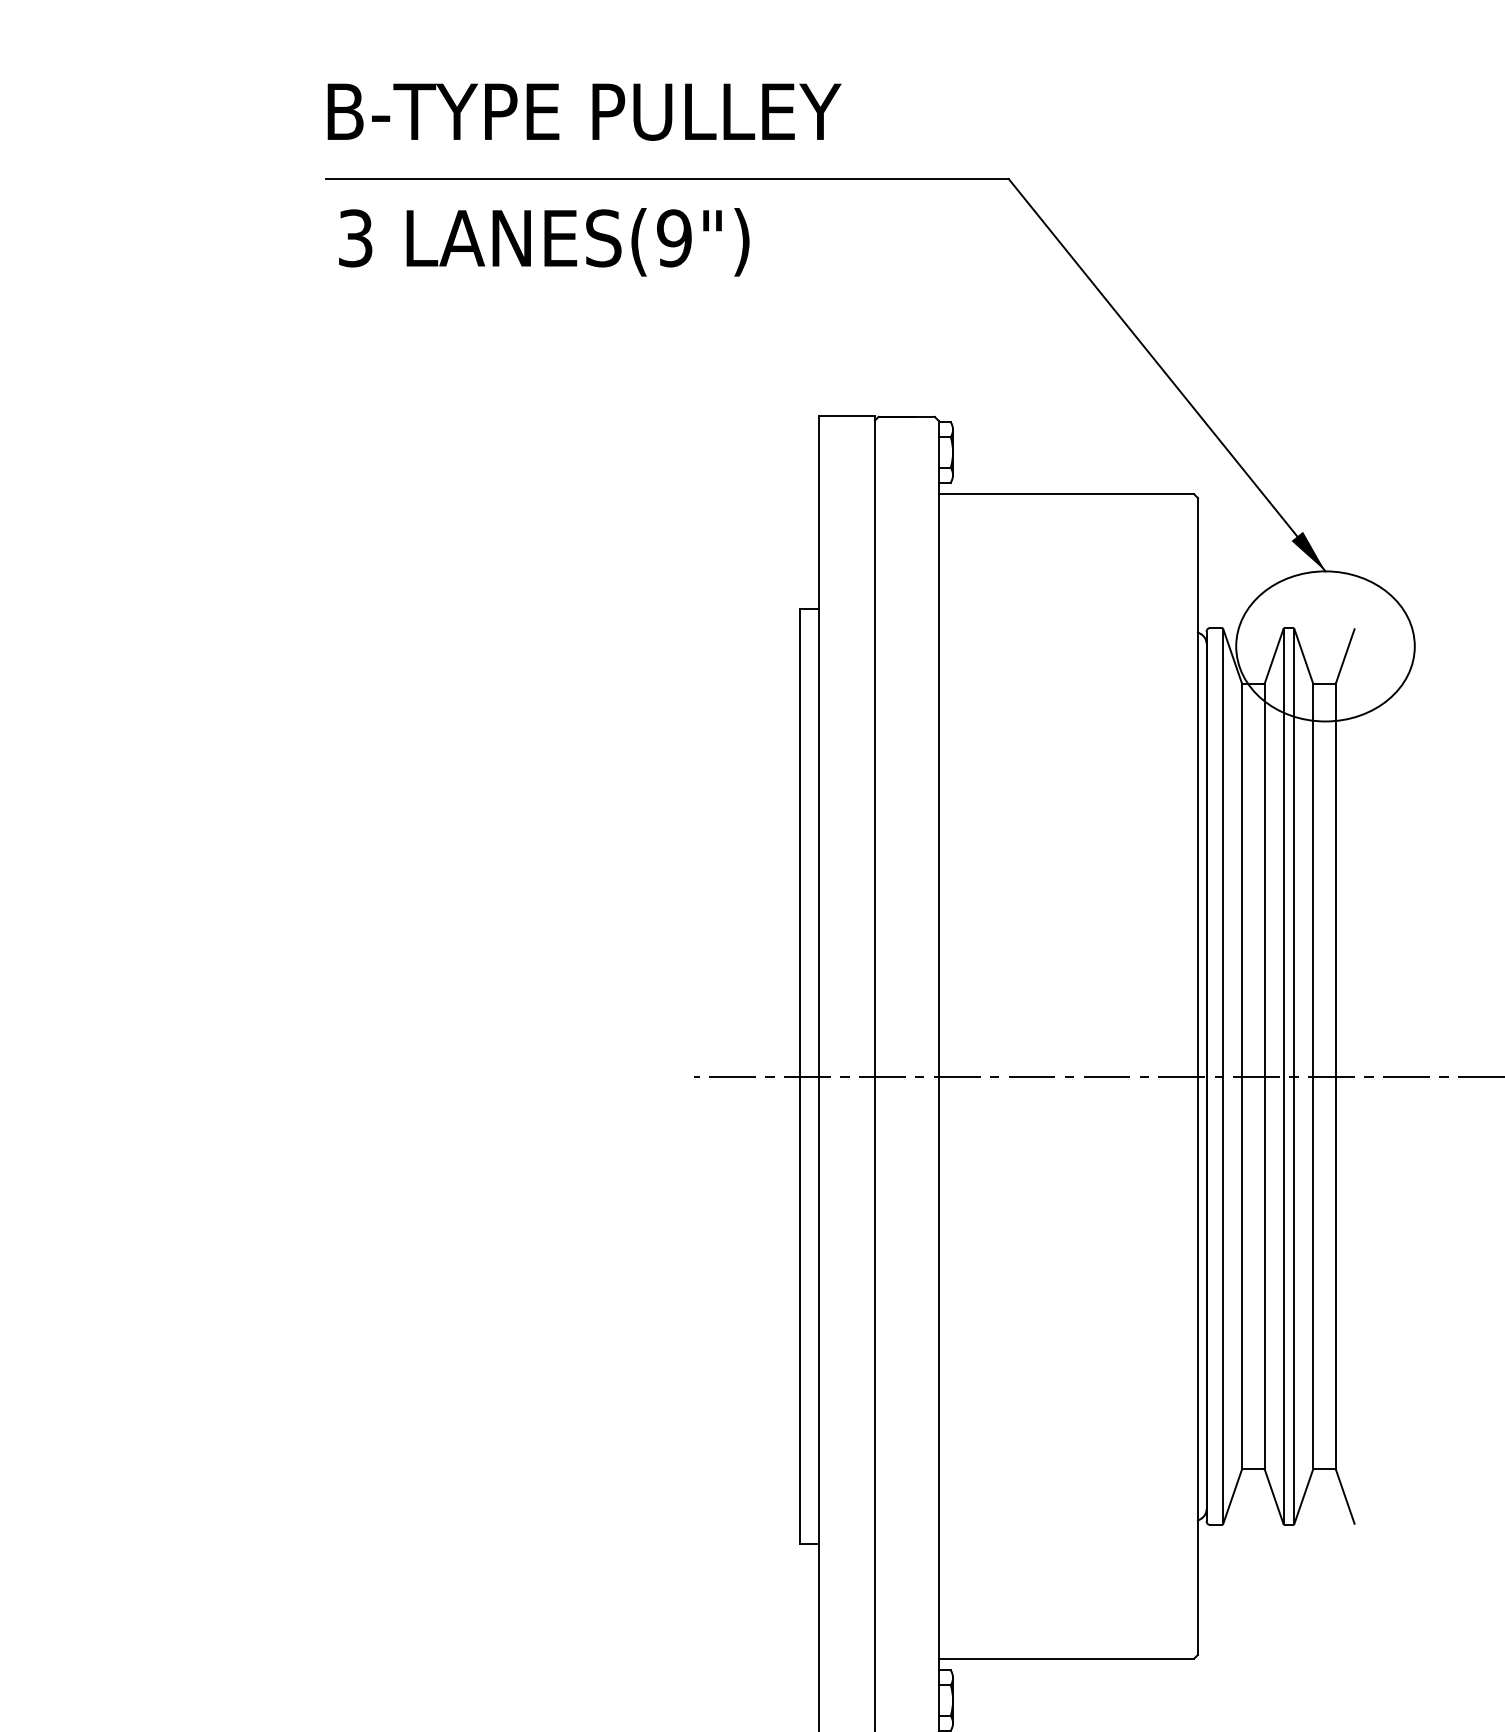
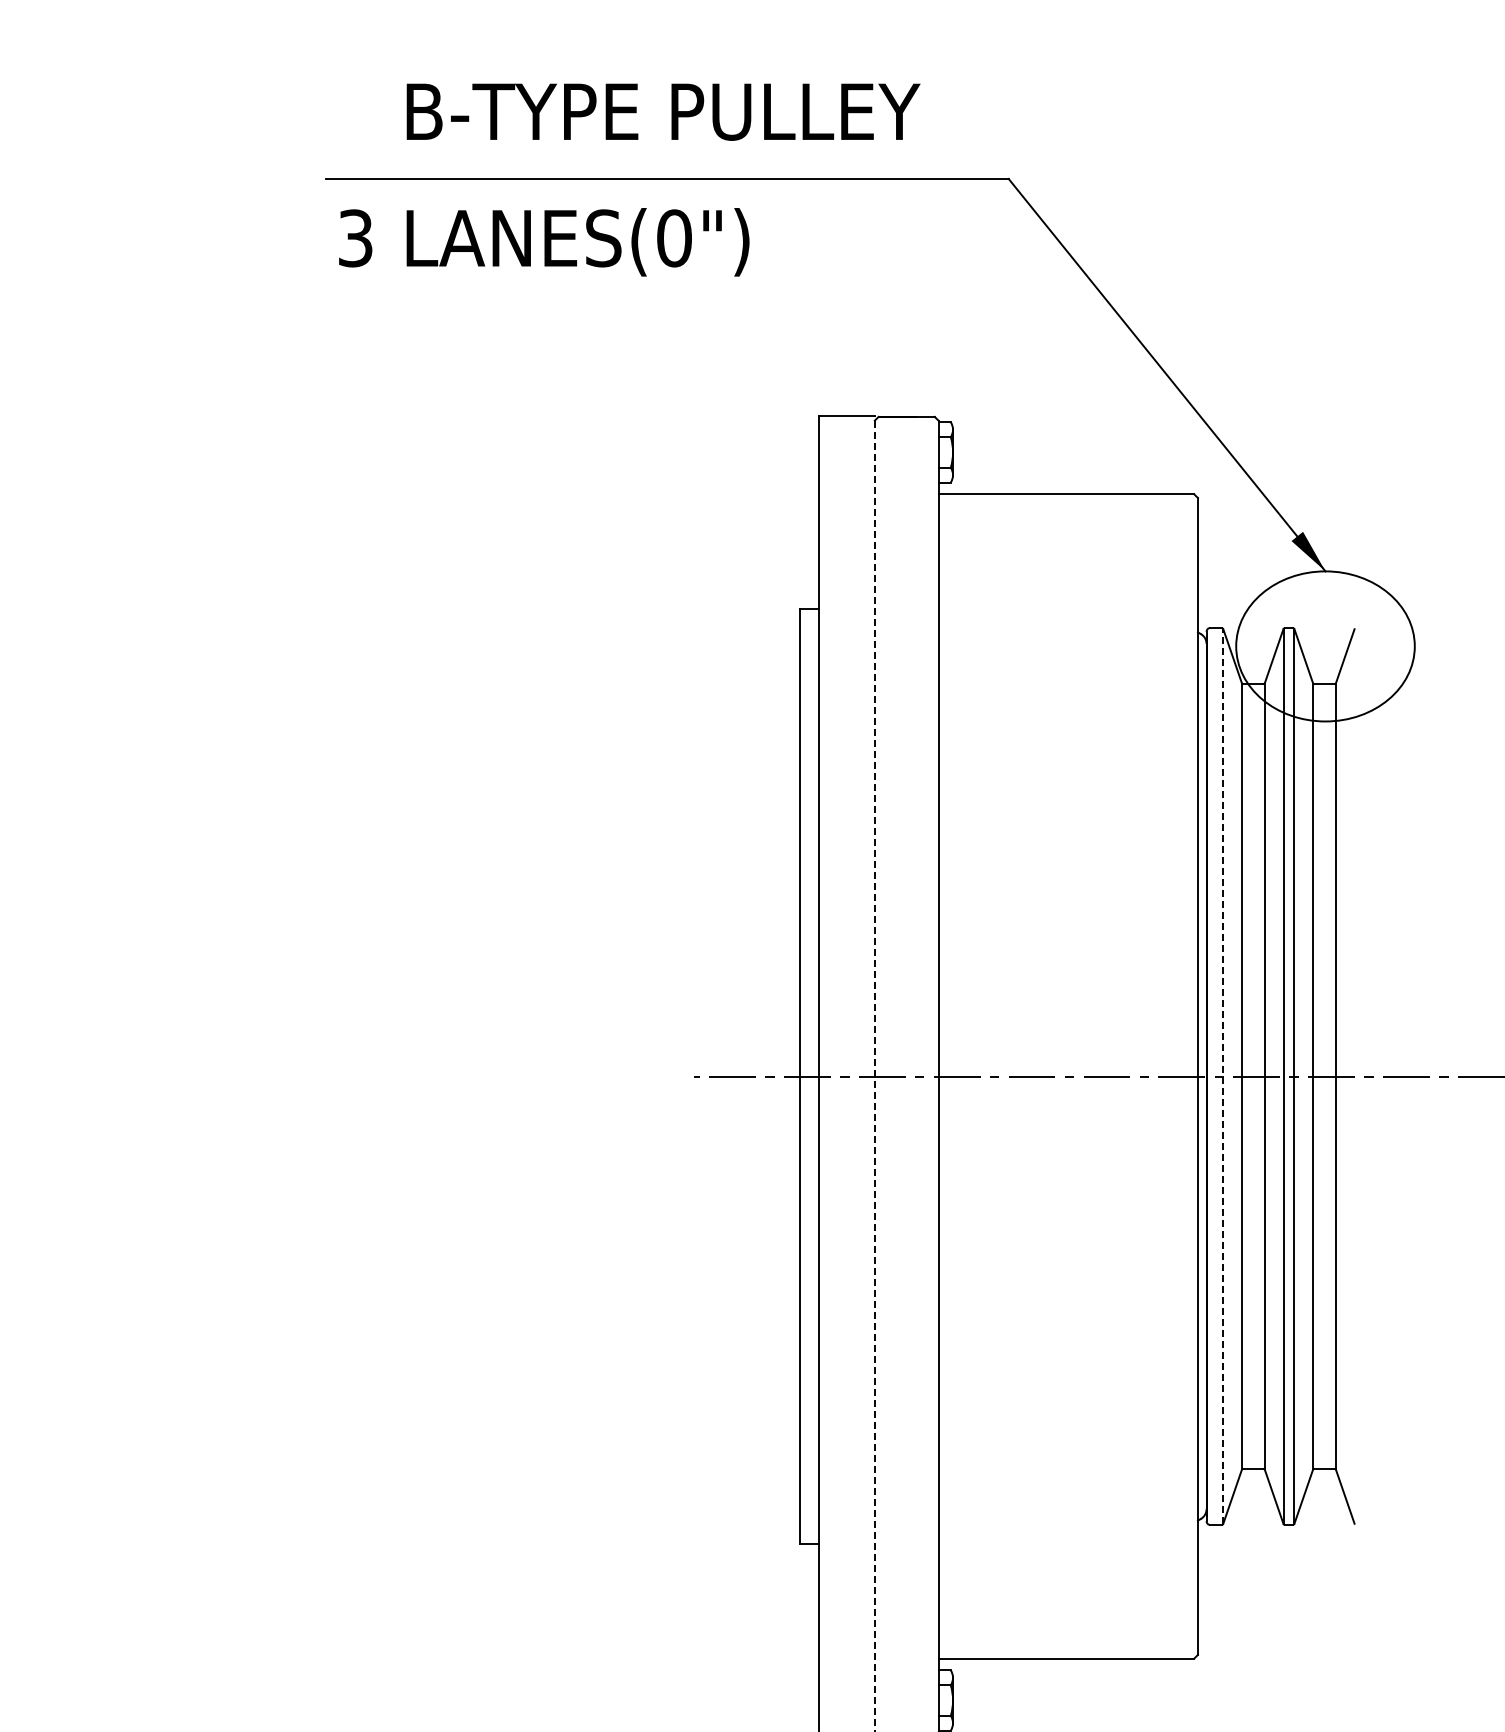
text at (584, 111) position: (584, 111) -> (663, 111)
text at (674, 238): LANES(9") -> LANES(0")
line at (874, 1073): solid -> dashed
line at (1222, 1076): solid -> dashed
